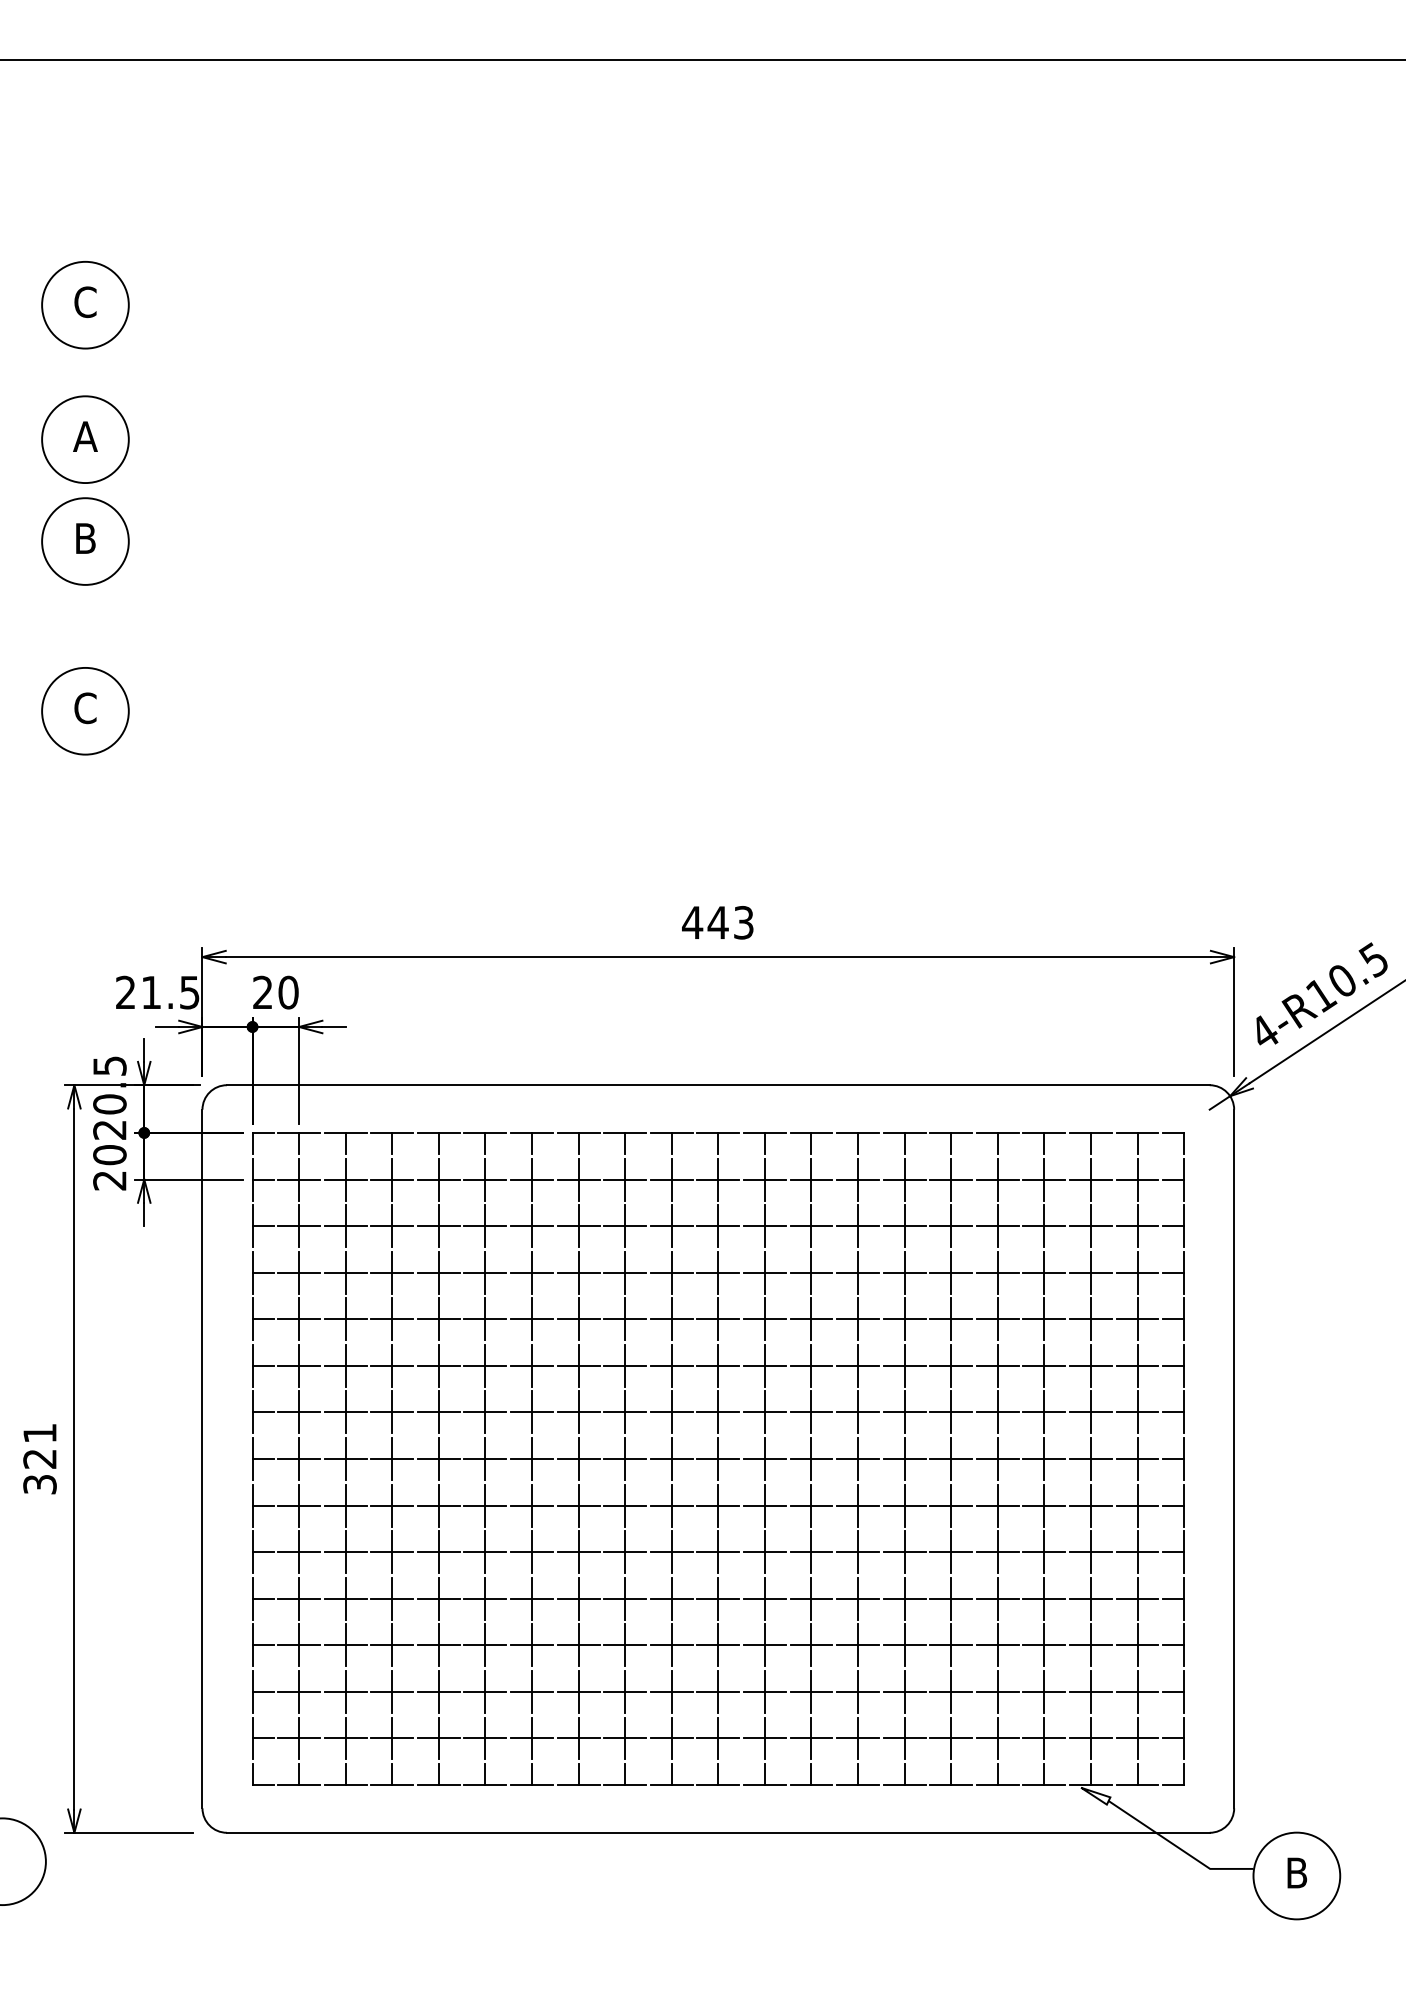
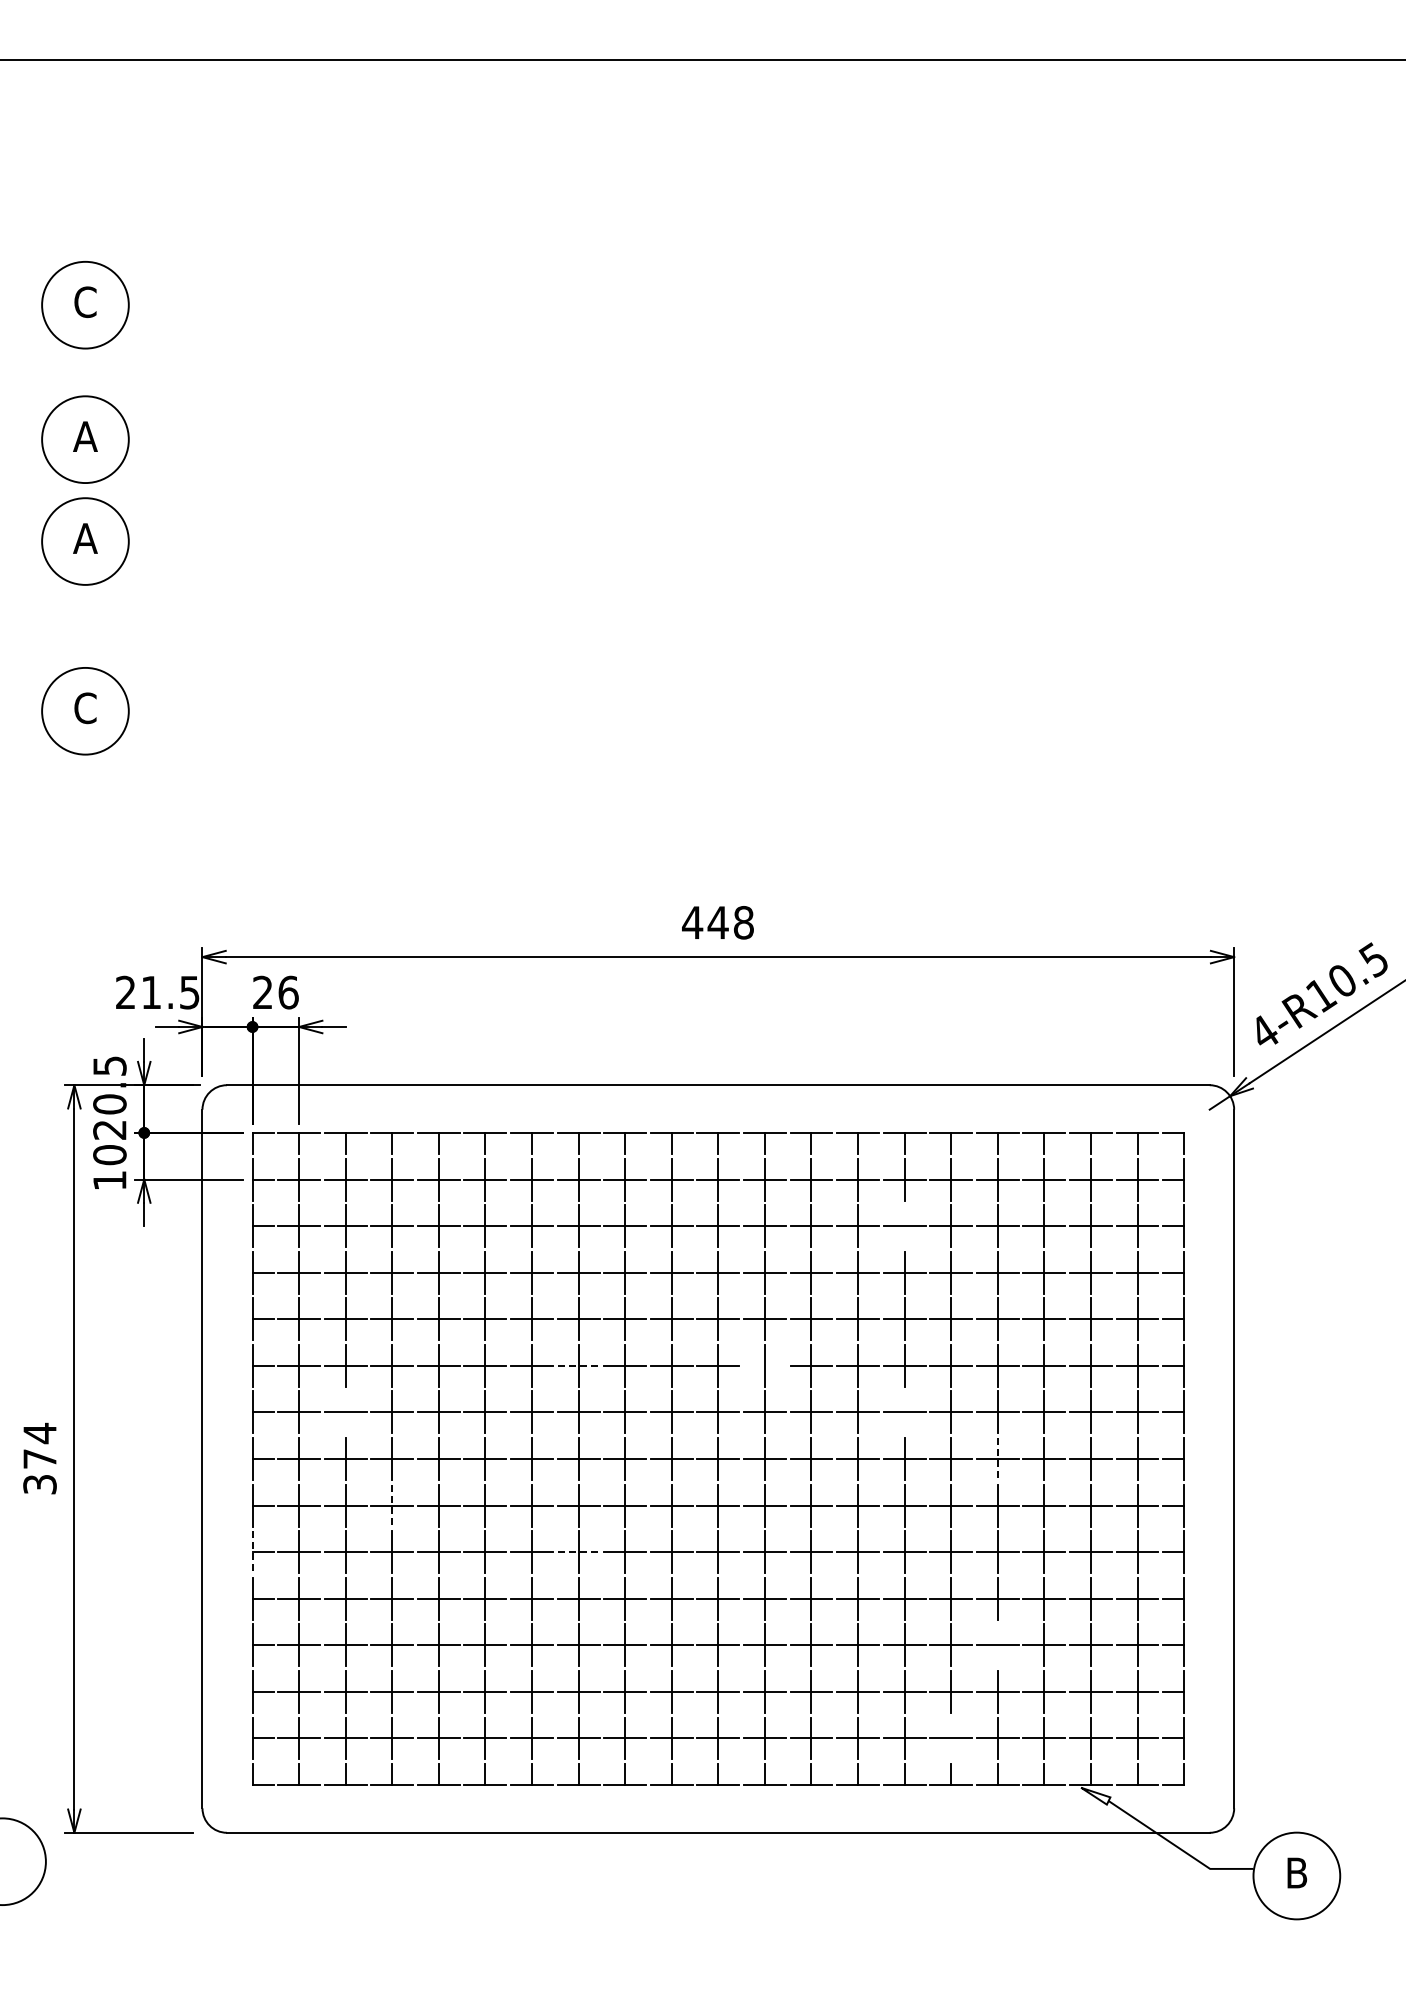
text at (85, 538): B -> A
text at (743, 922): 443 -> 448
text at (288, 992): 20 -> 26
text at (109, 1180): 20 -> 10
line at (904, 1226): present -> none
line at (578, 1365): solid -> dashed
line at (764, 1365): present -> none
line at (345, 1412): present -> none
line at (904, 1412): present -> none
text at (39, 1445): 321 -> 374
line at (997, 1459): solid -> dashed
line at (392, 1505): solid -> dashed
line at (252, 1552): solid -> dashed
line at (578, 1552): solid -> dashed
line at (997, 1645): present -> none
line at (951, 1738): present -> none
